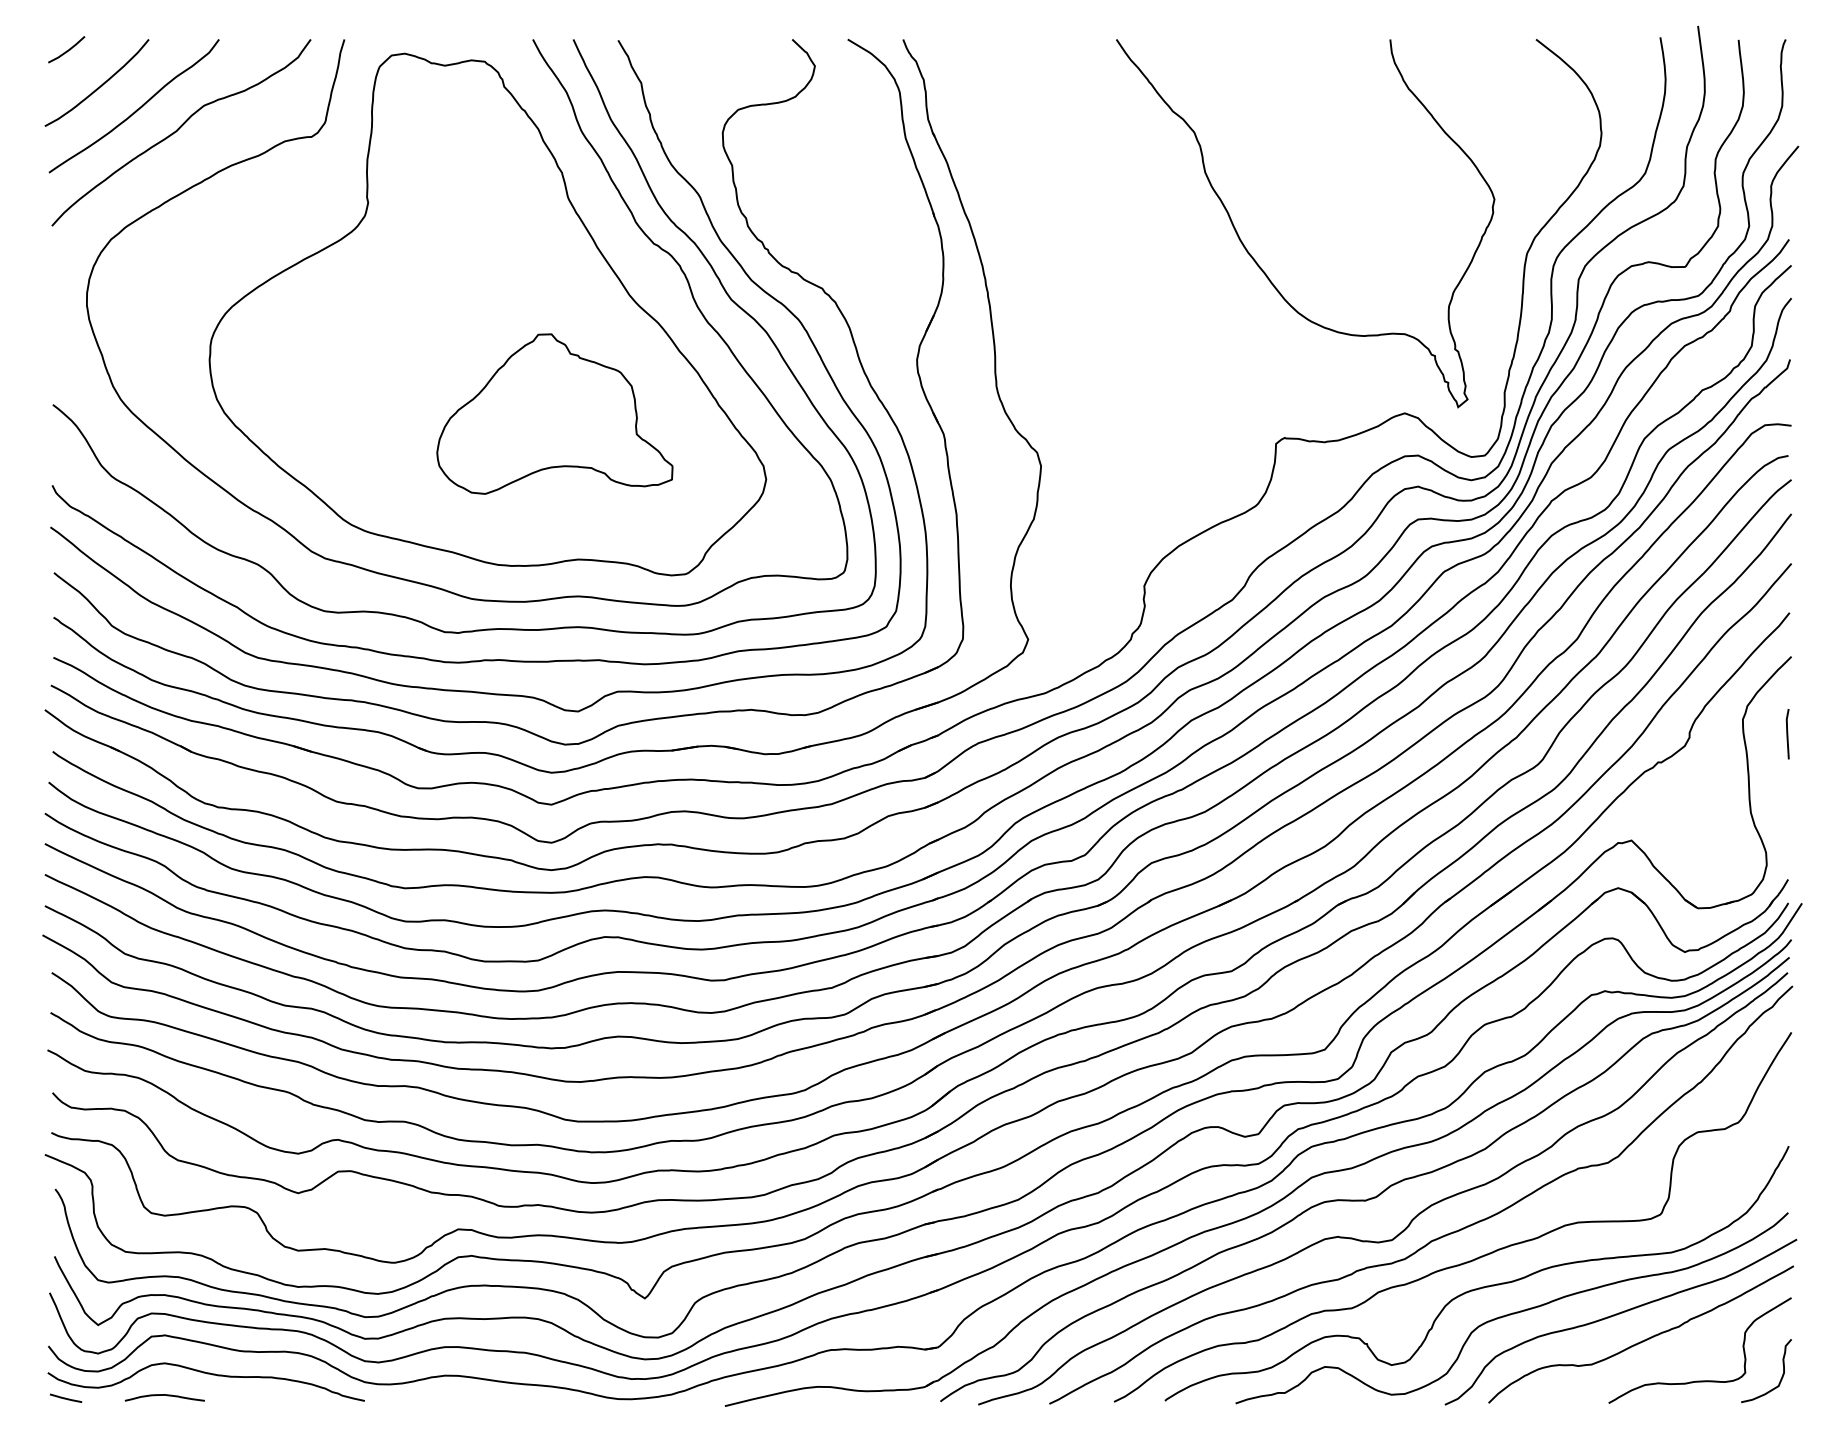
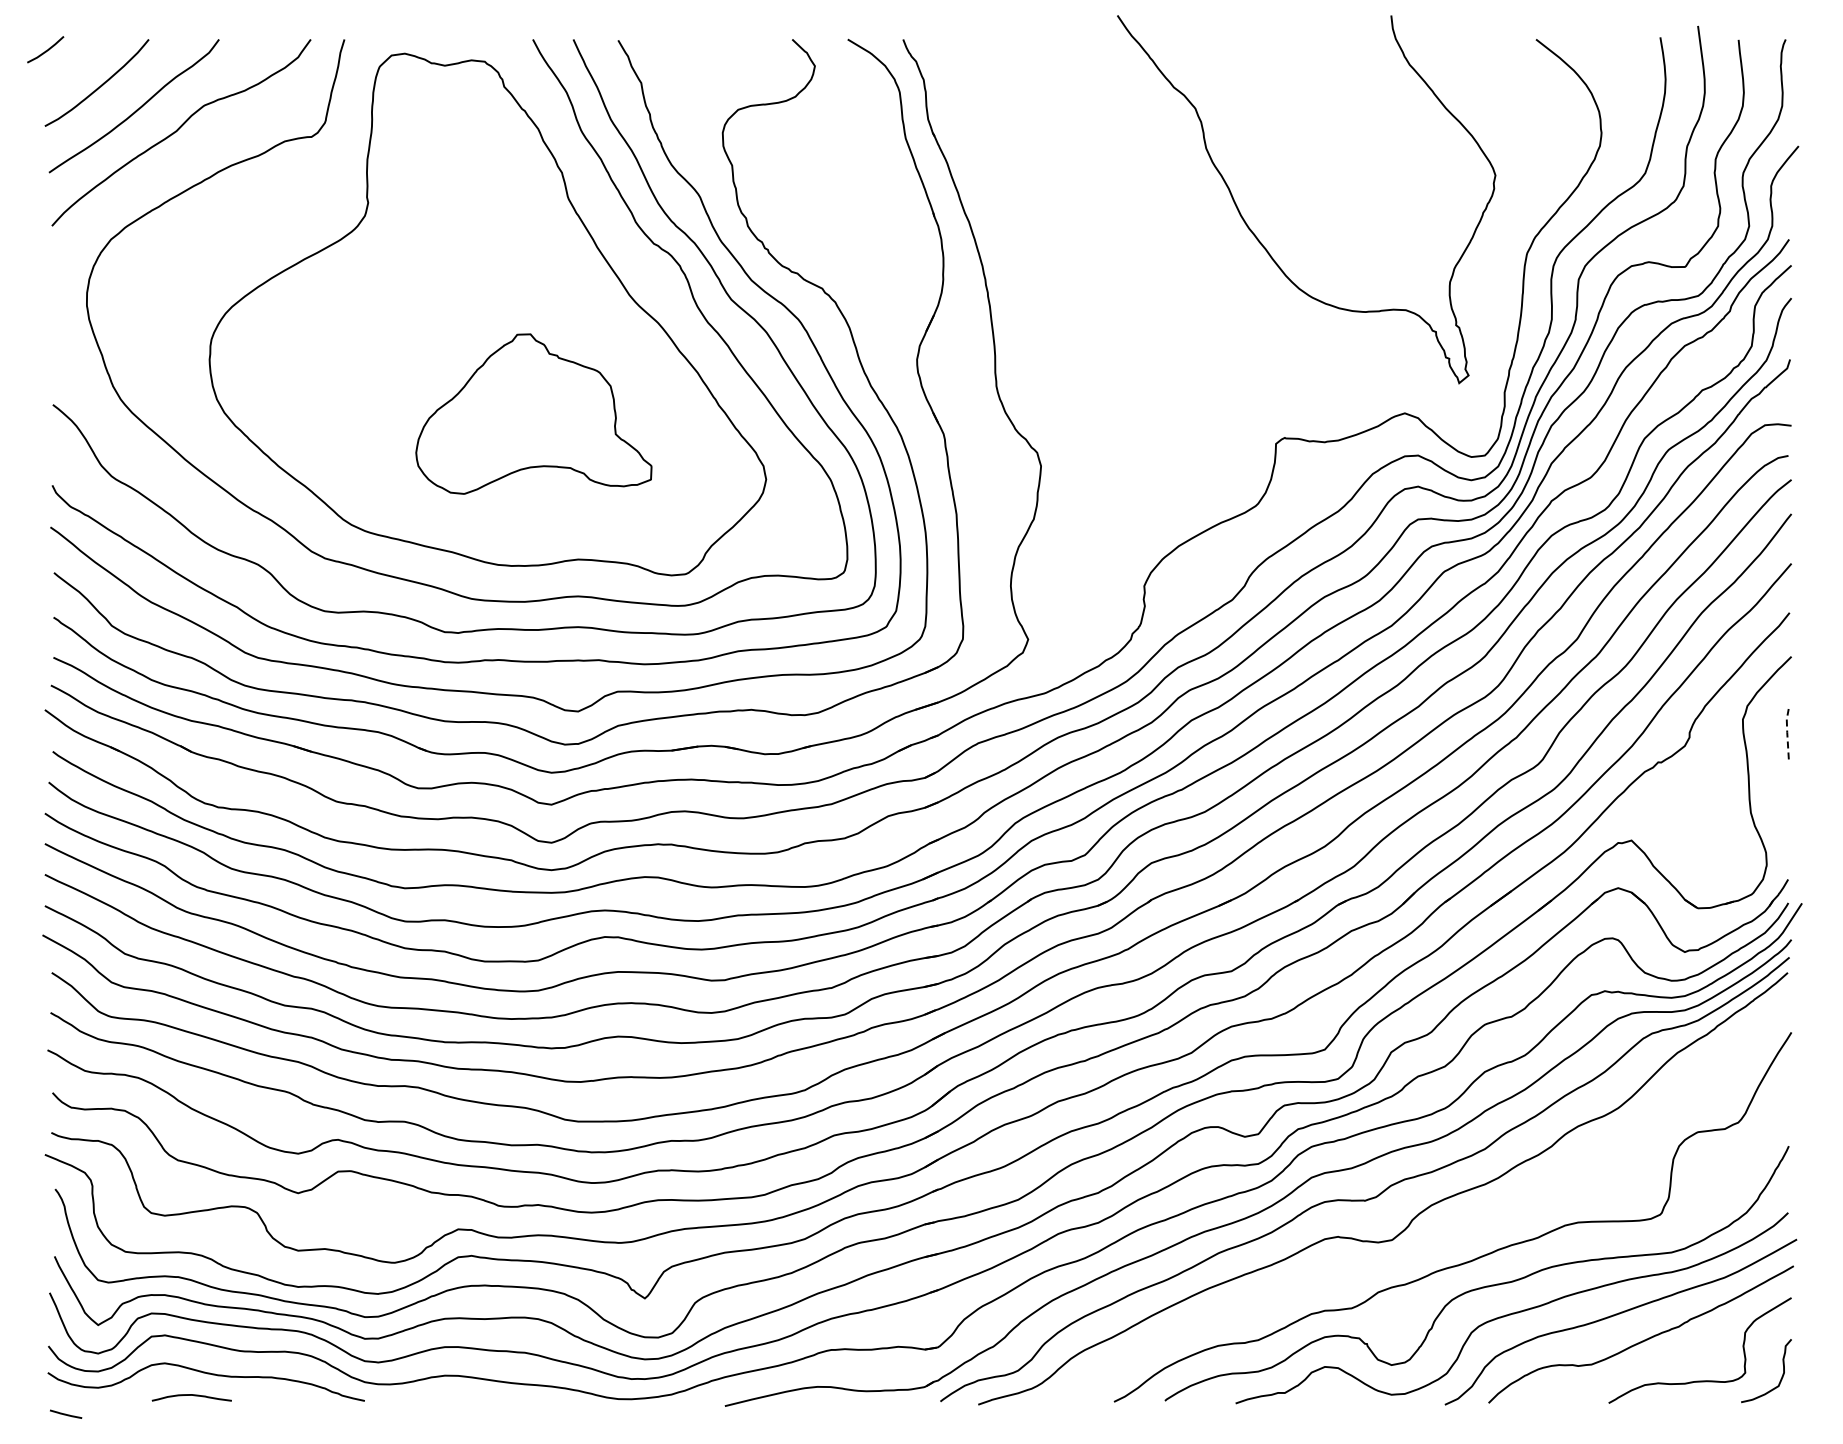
line at (66, 50) position: (66, 50) -> (45, 50)
curve at (1257, 262) position: (1257, 262) -> (1258, 238)
part at (554, 413) position: (554, 413) -> (533, 413)
line at (1787, 732): solid -> dashed
curve at (1437, 1237): present -> none
curve at (164, 1395) position: (164, 1395) -> (191, 1395)
line at (65, 1397) position: (65, 1397) -> (65, 1413)
